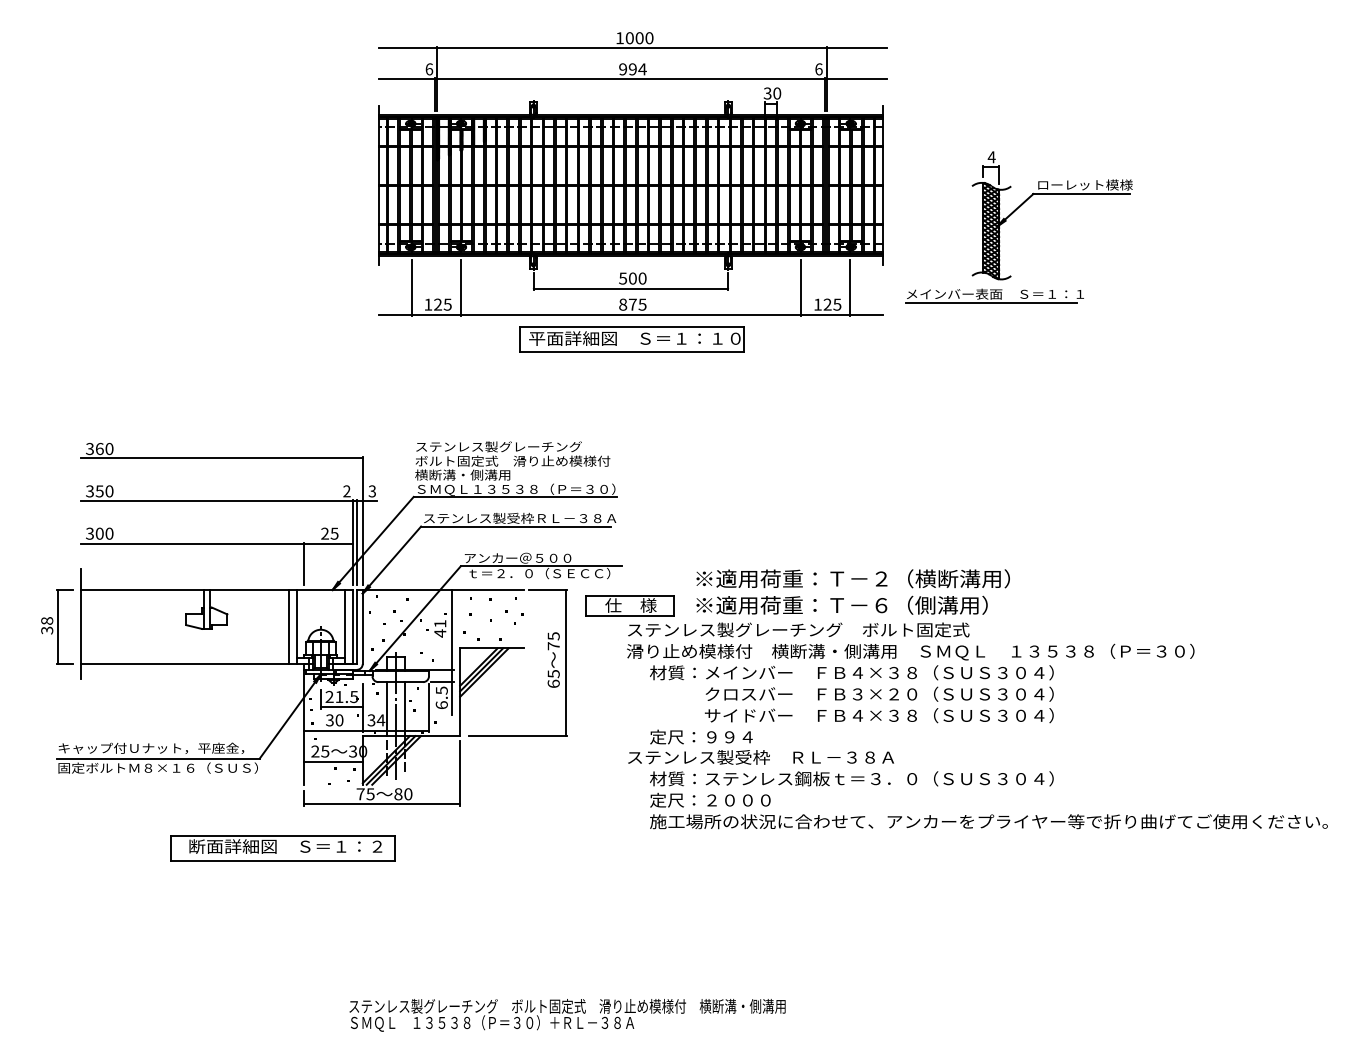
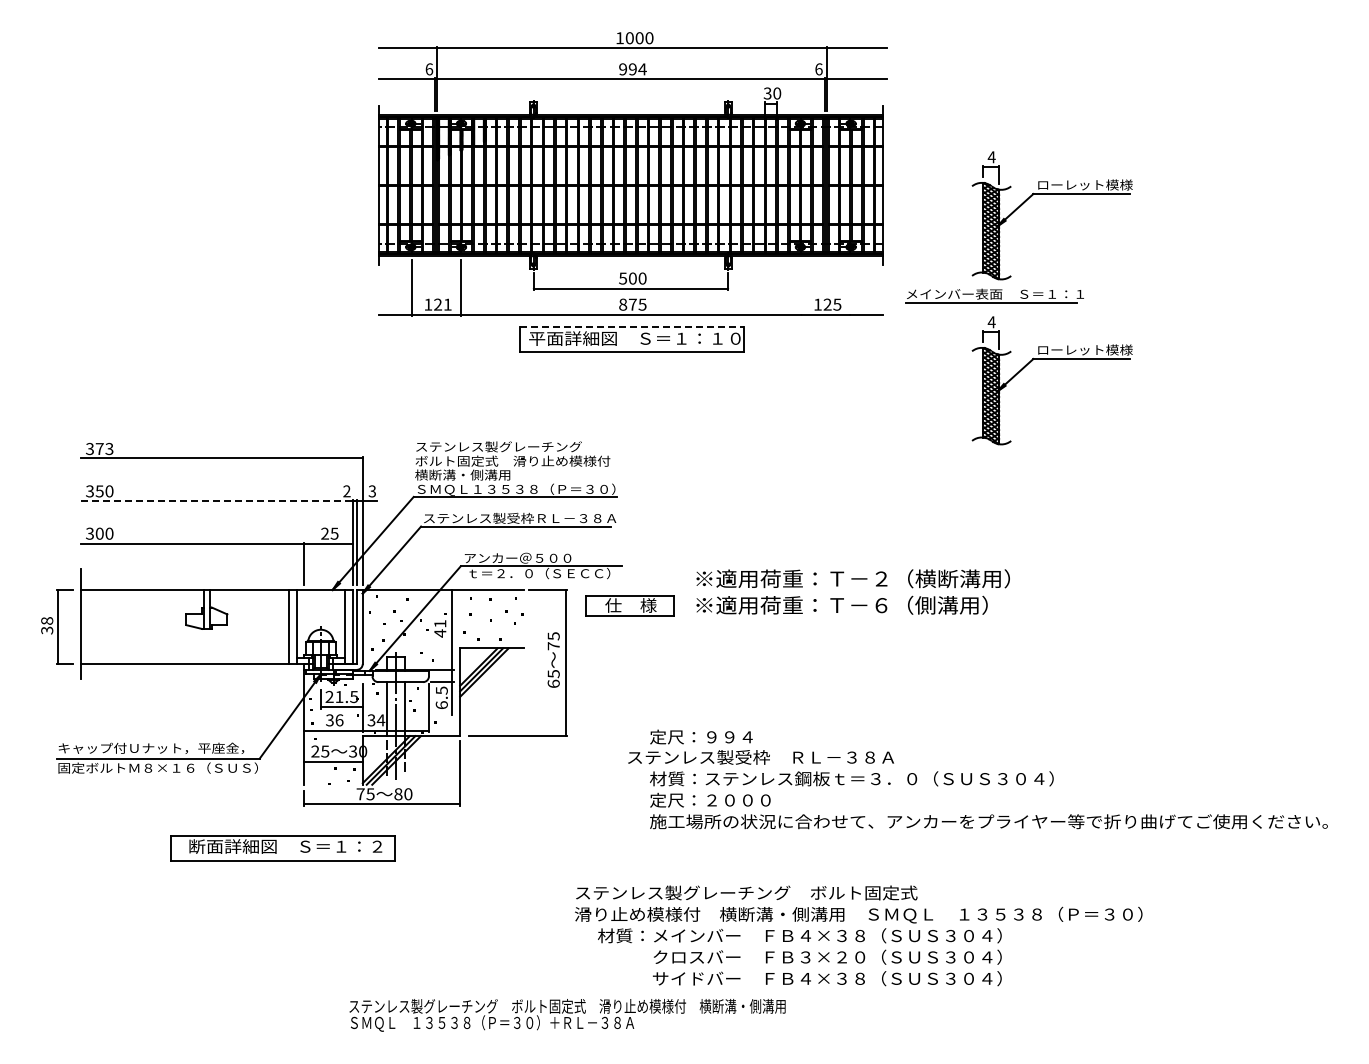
line at (801, 287): present -> none
line at (850, 287): present -> none
text at (447, 304): 125 -> 121
line at (632, 326): solid -> dashed
part at (1051, 359): none -> present
text at (104, 448): 360 -> 373
line at (217, 501): solid -> dashed
text at (910, 672) position: (910, 672) -> (858, 935)
text at (339, 720): 30 -> 36
